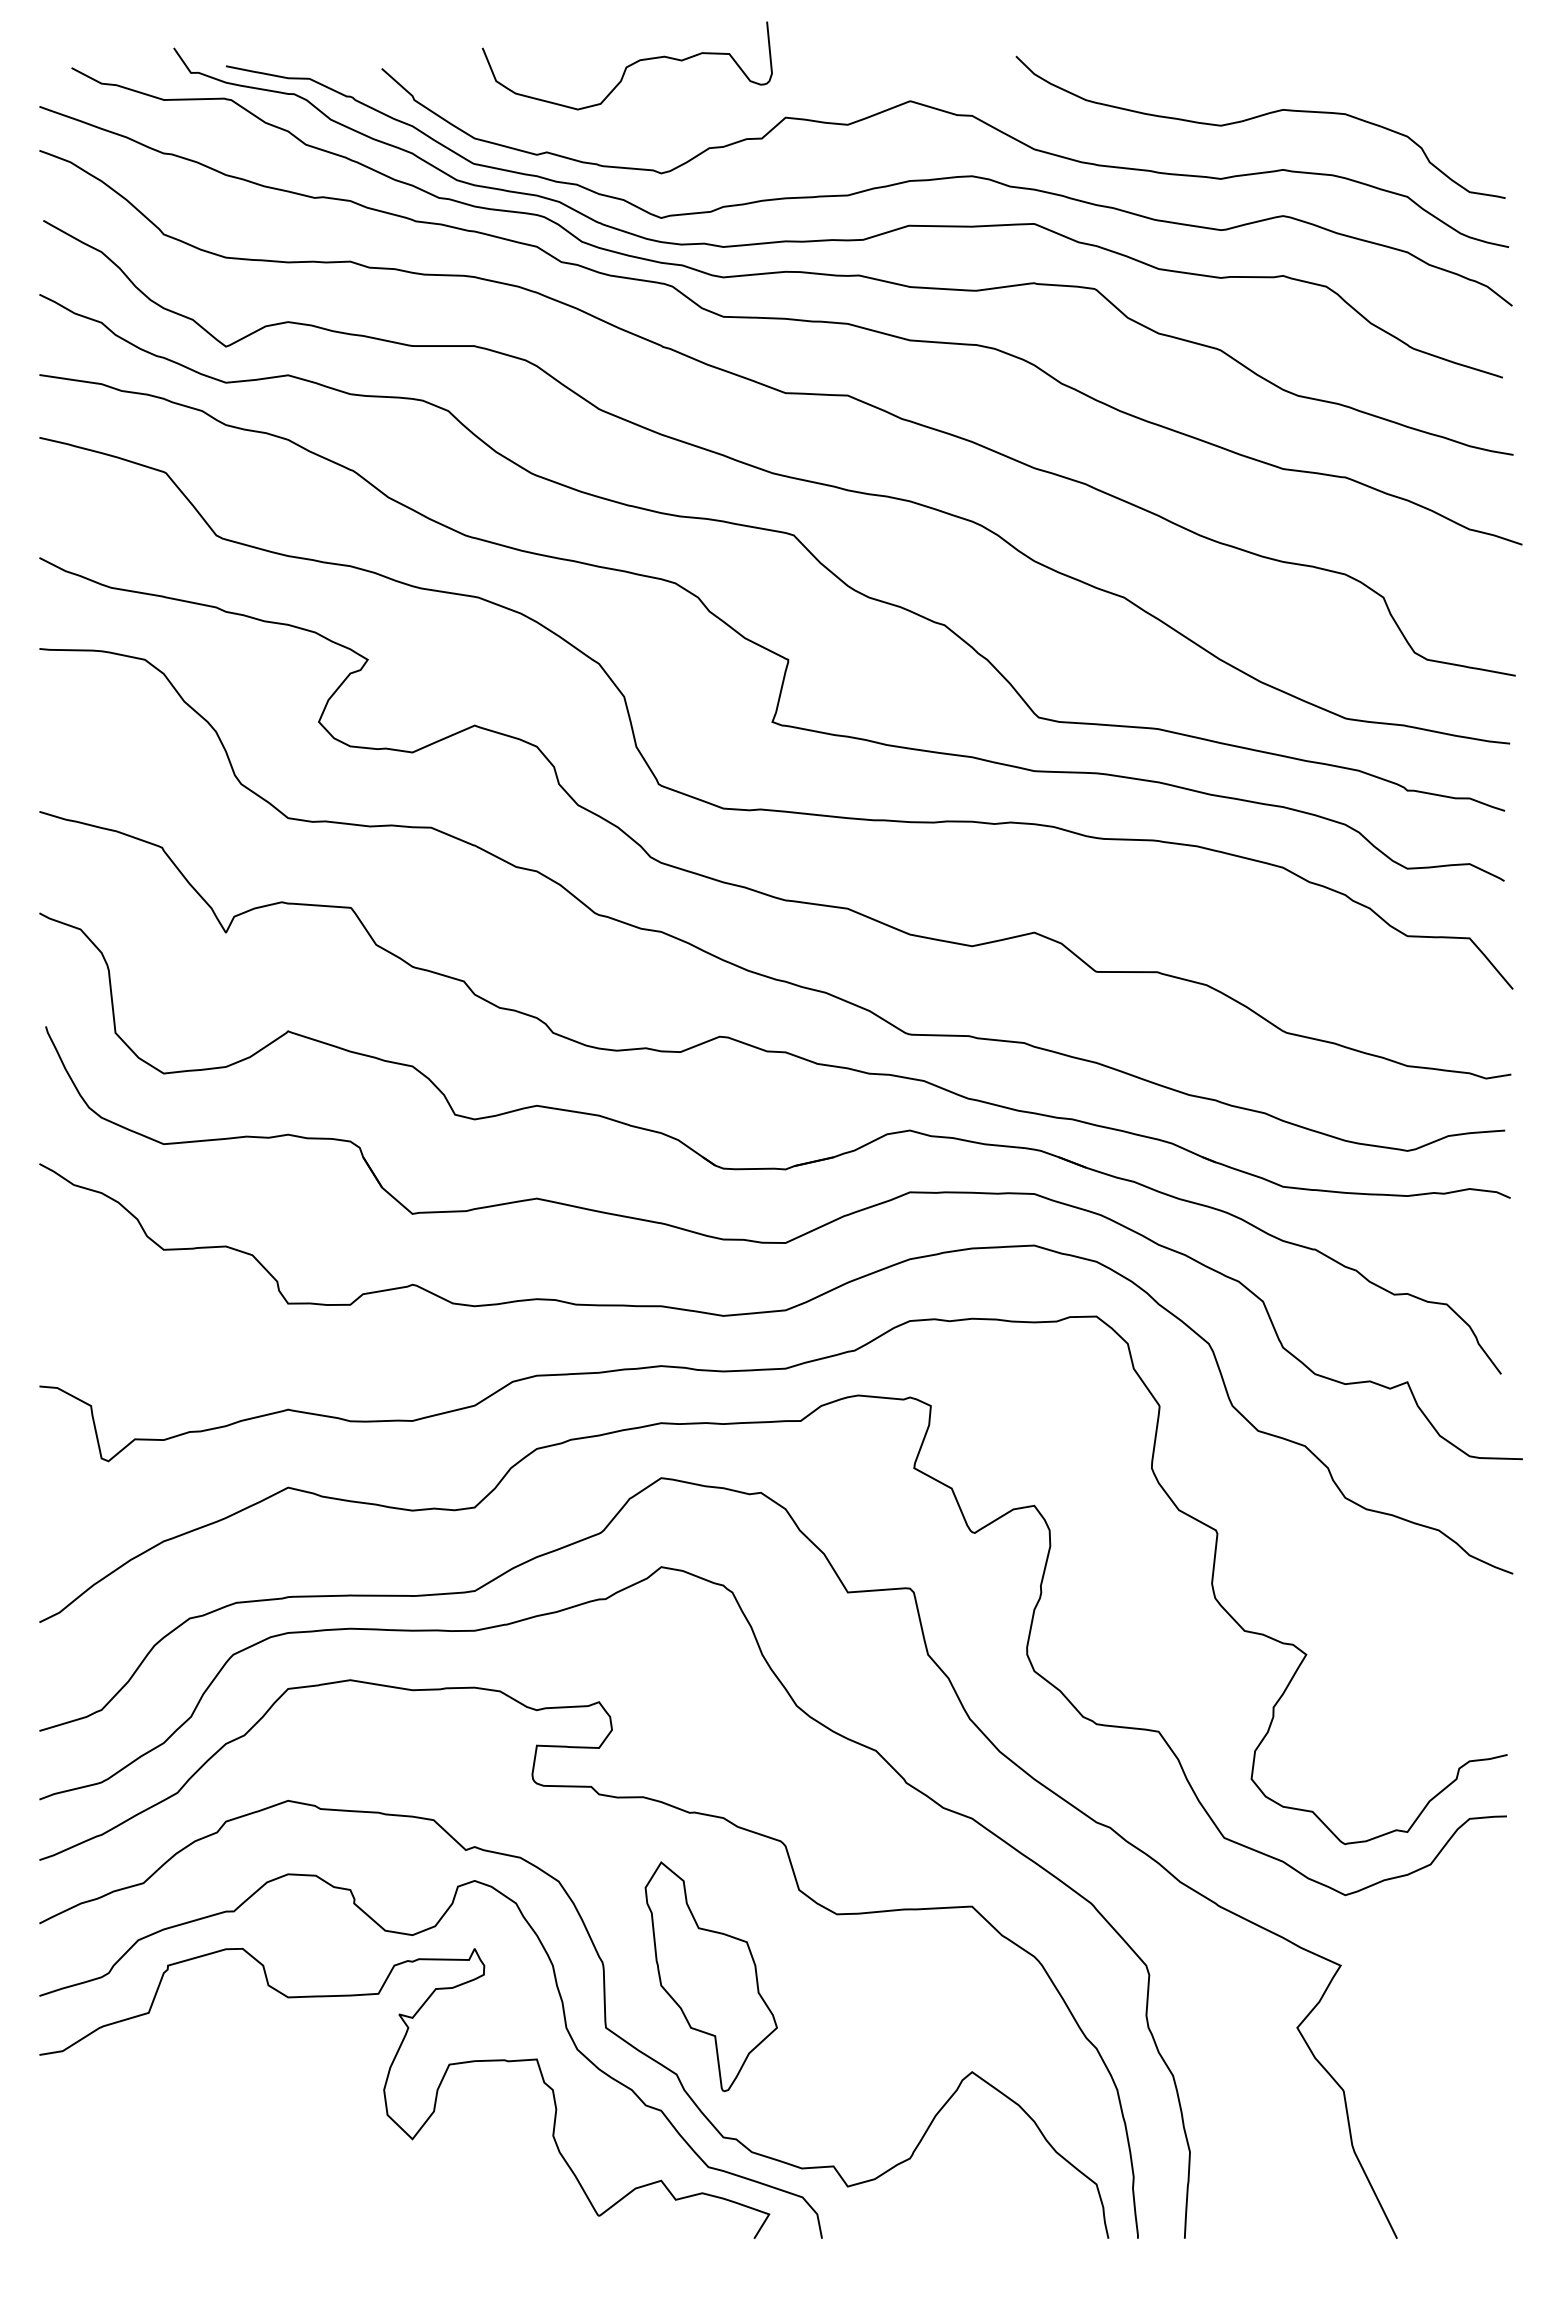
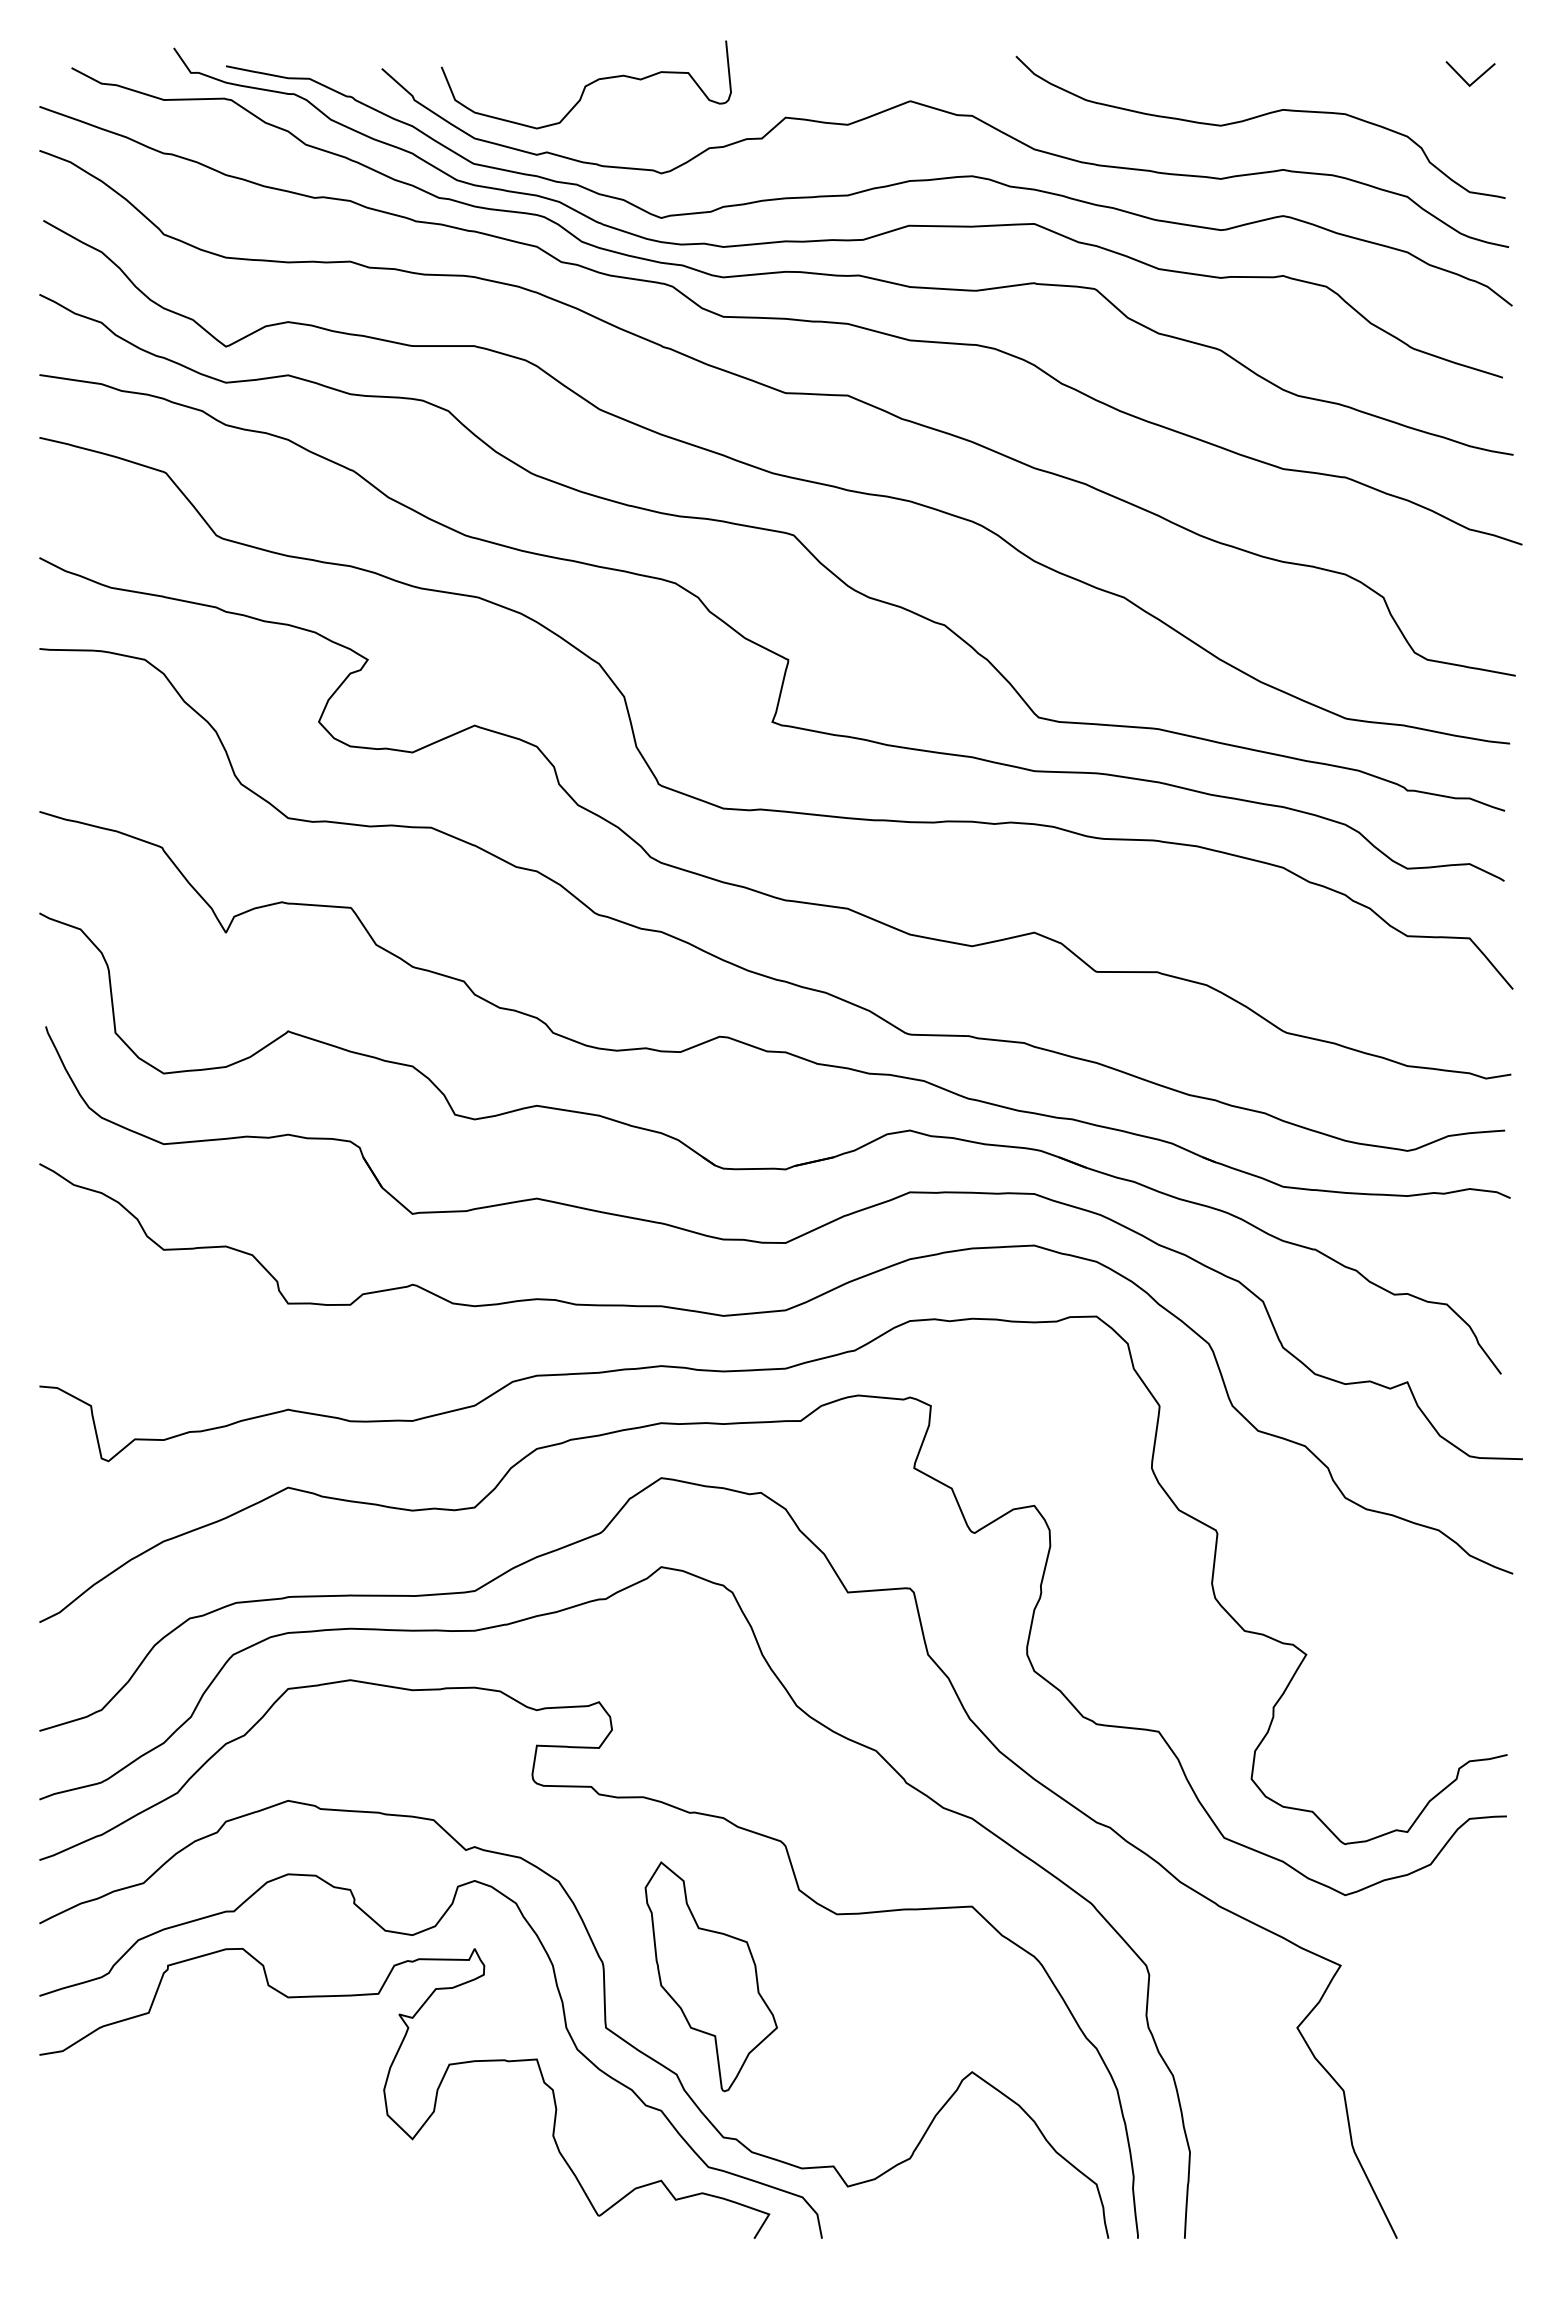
curve at (627, 65) position: (627, 65) -> (586, 84)
line at (1476, 78): none -> present
